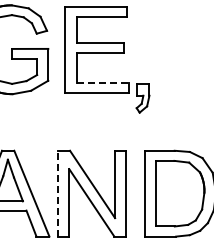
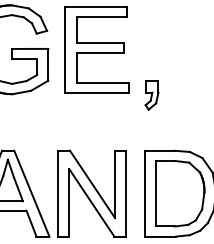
line at (103, 82): dashed -> solid
part at (142, 98) position: (142, 98) -> (151, 95)
line at (58, 193): dashed -> solid
